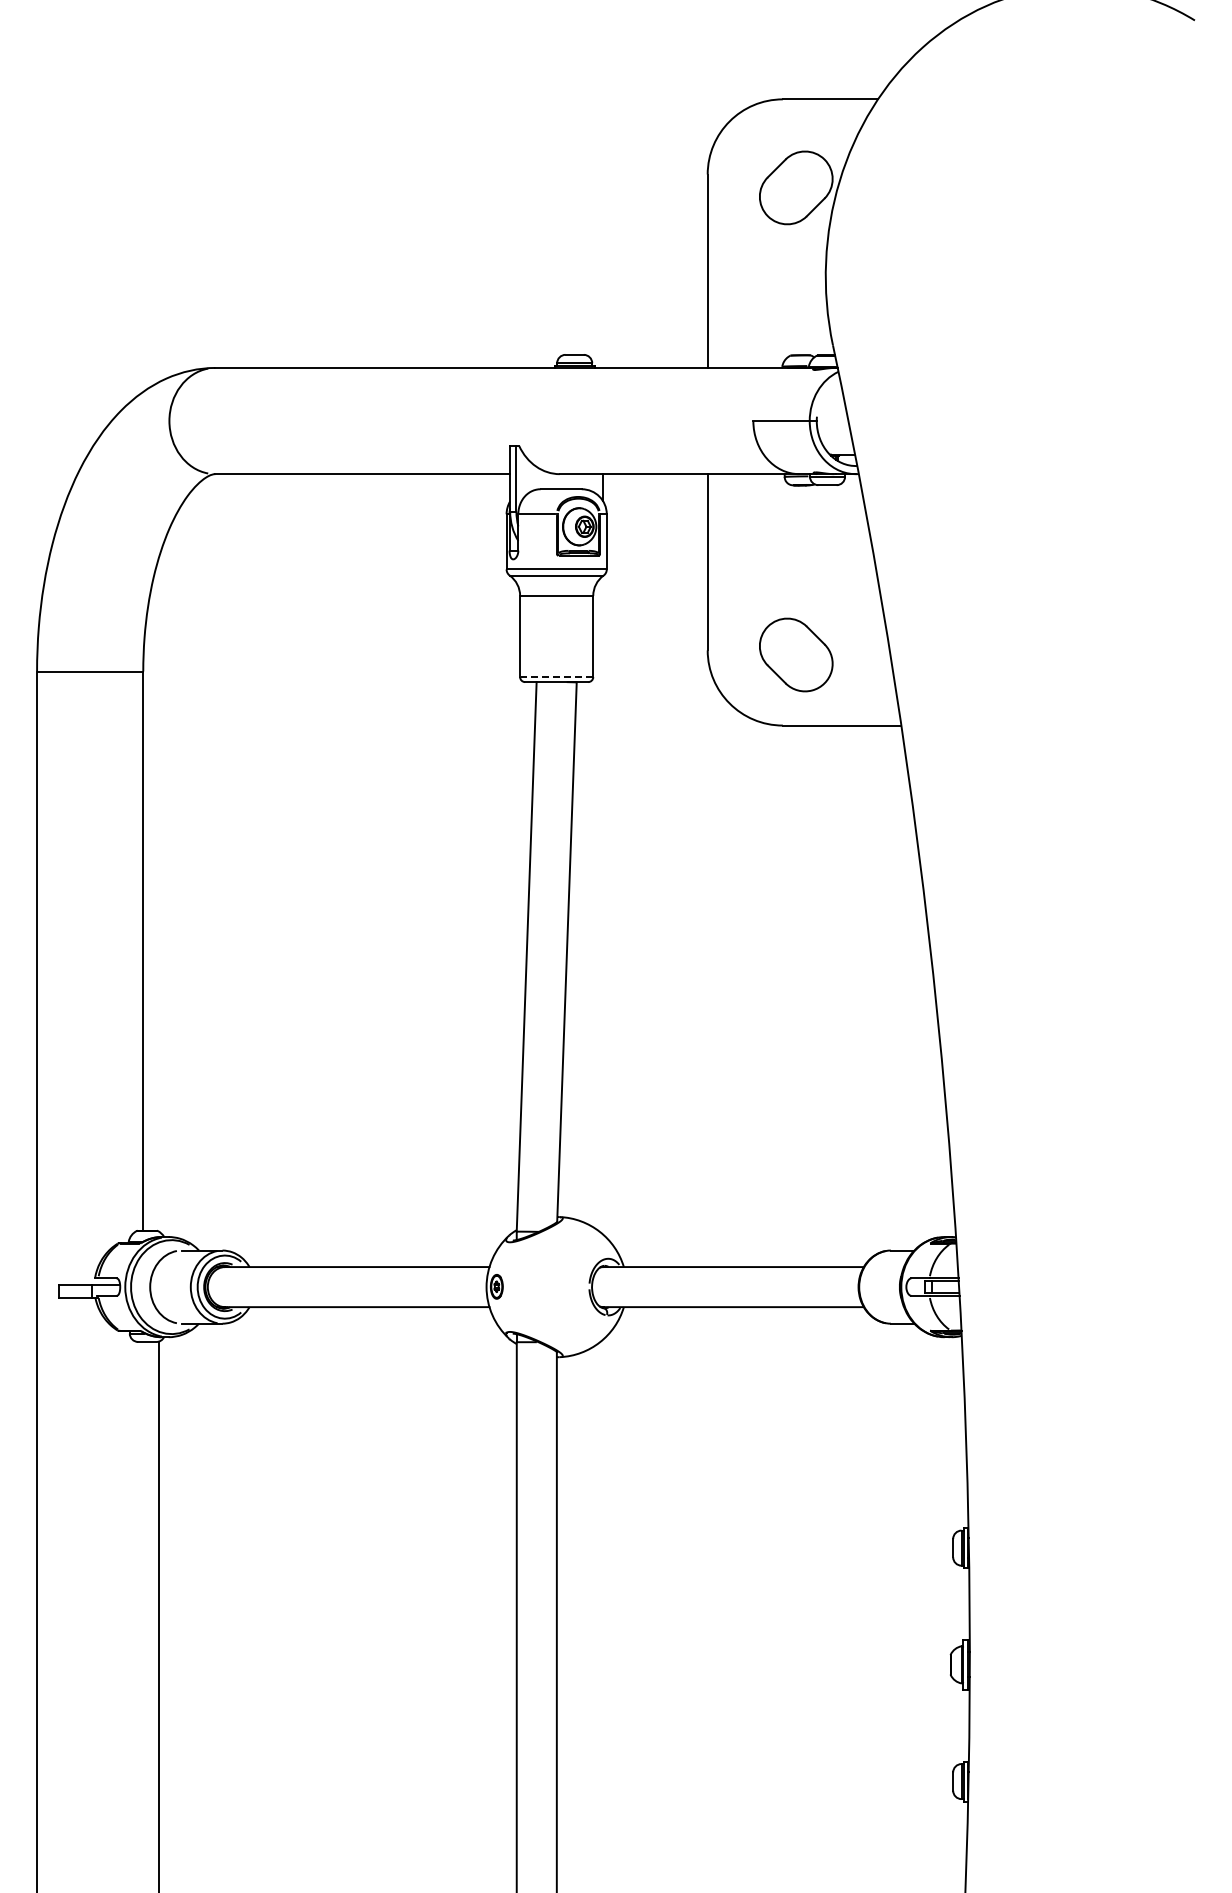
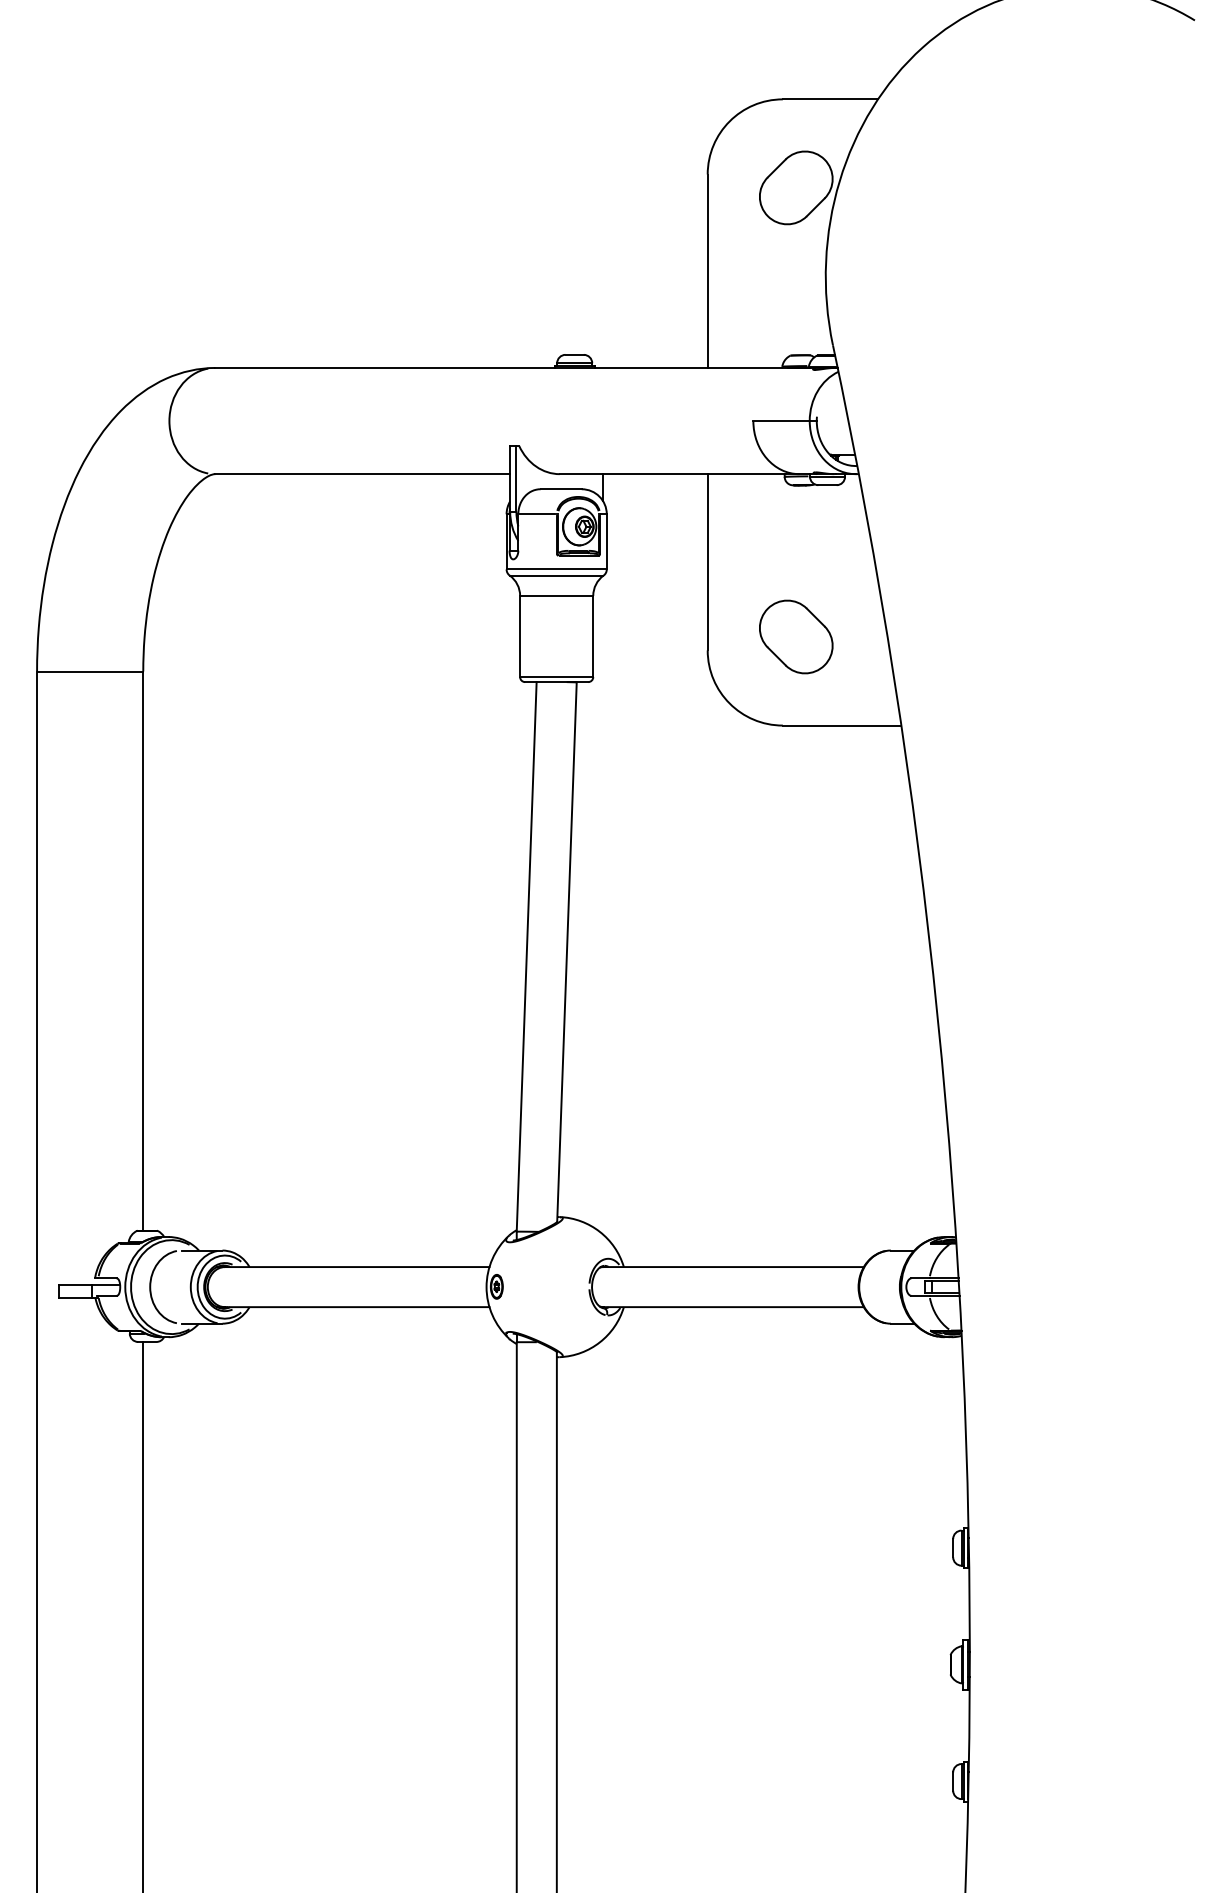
part at (796, 654) position: (796, 654) -> (796, 636)
line at (556, 677): dashed -> solid
line at (159, 1615) position: (159, 1615) -> (143, 1615)
